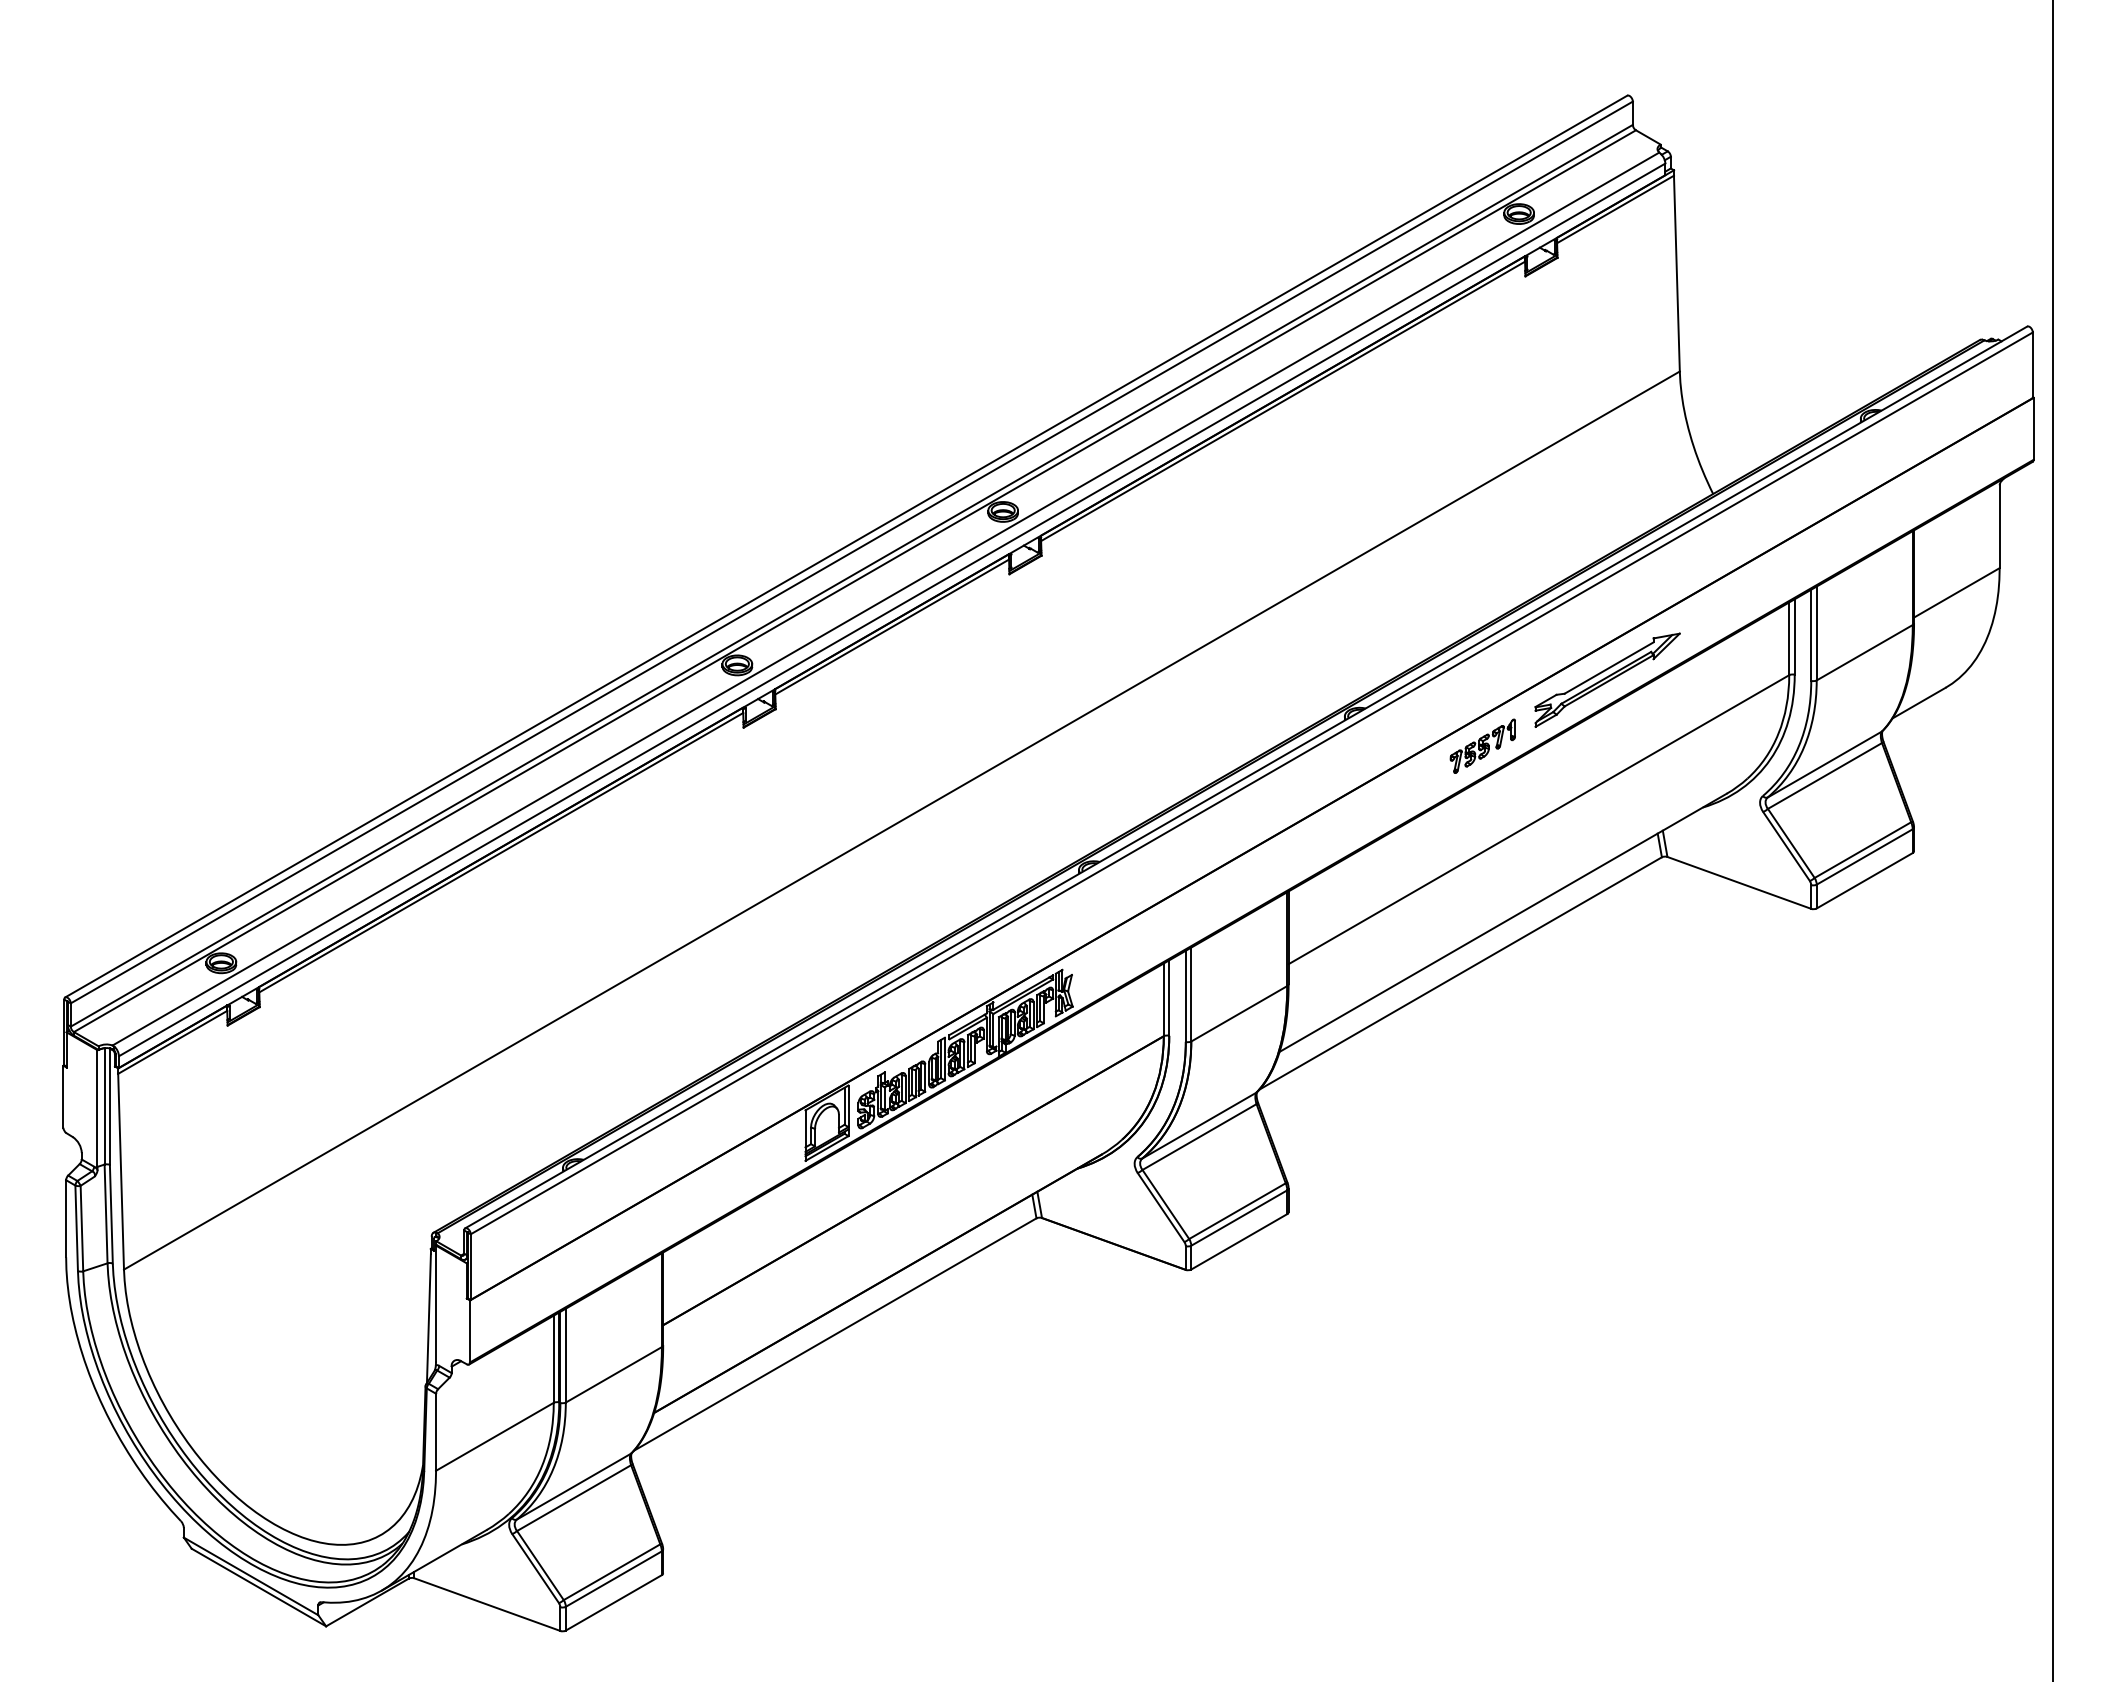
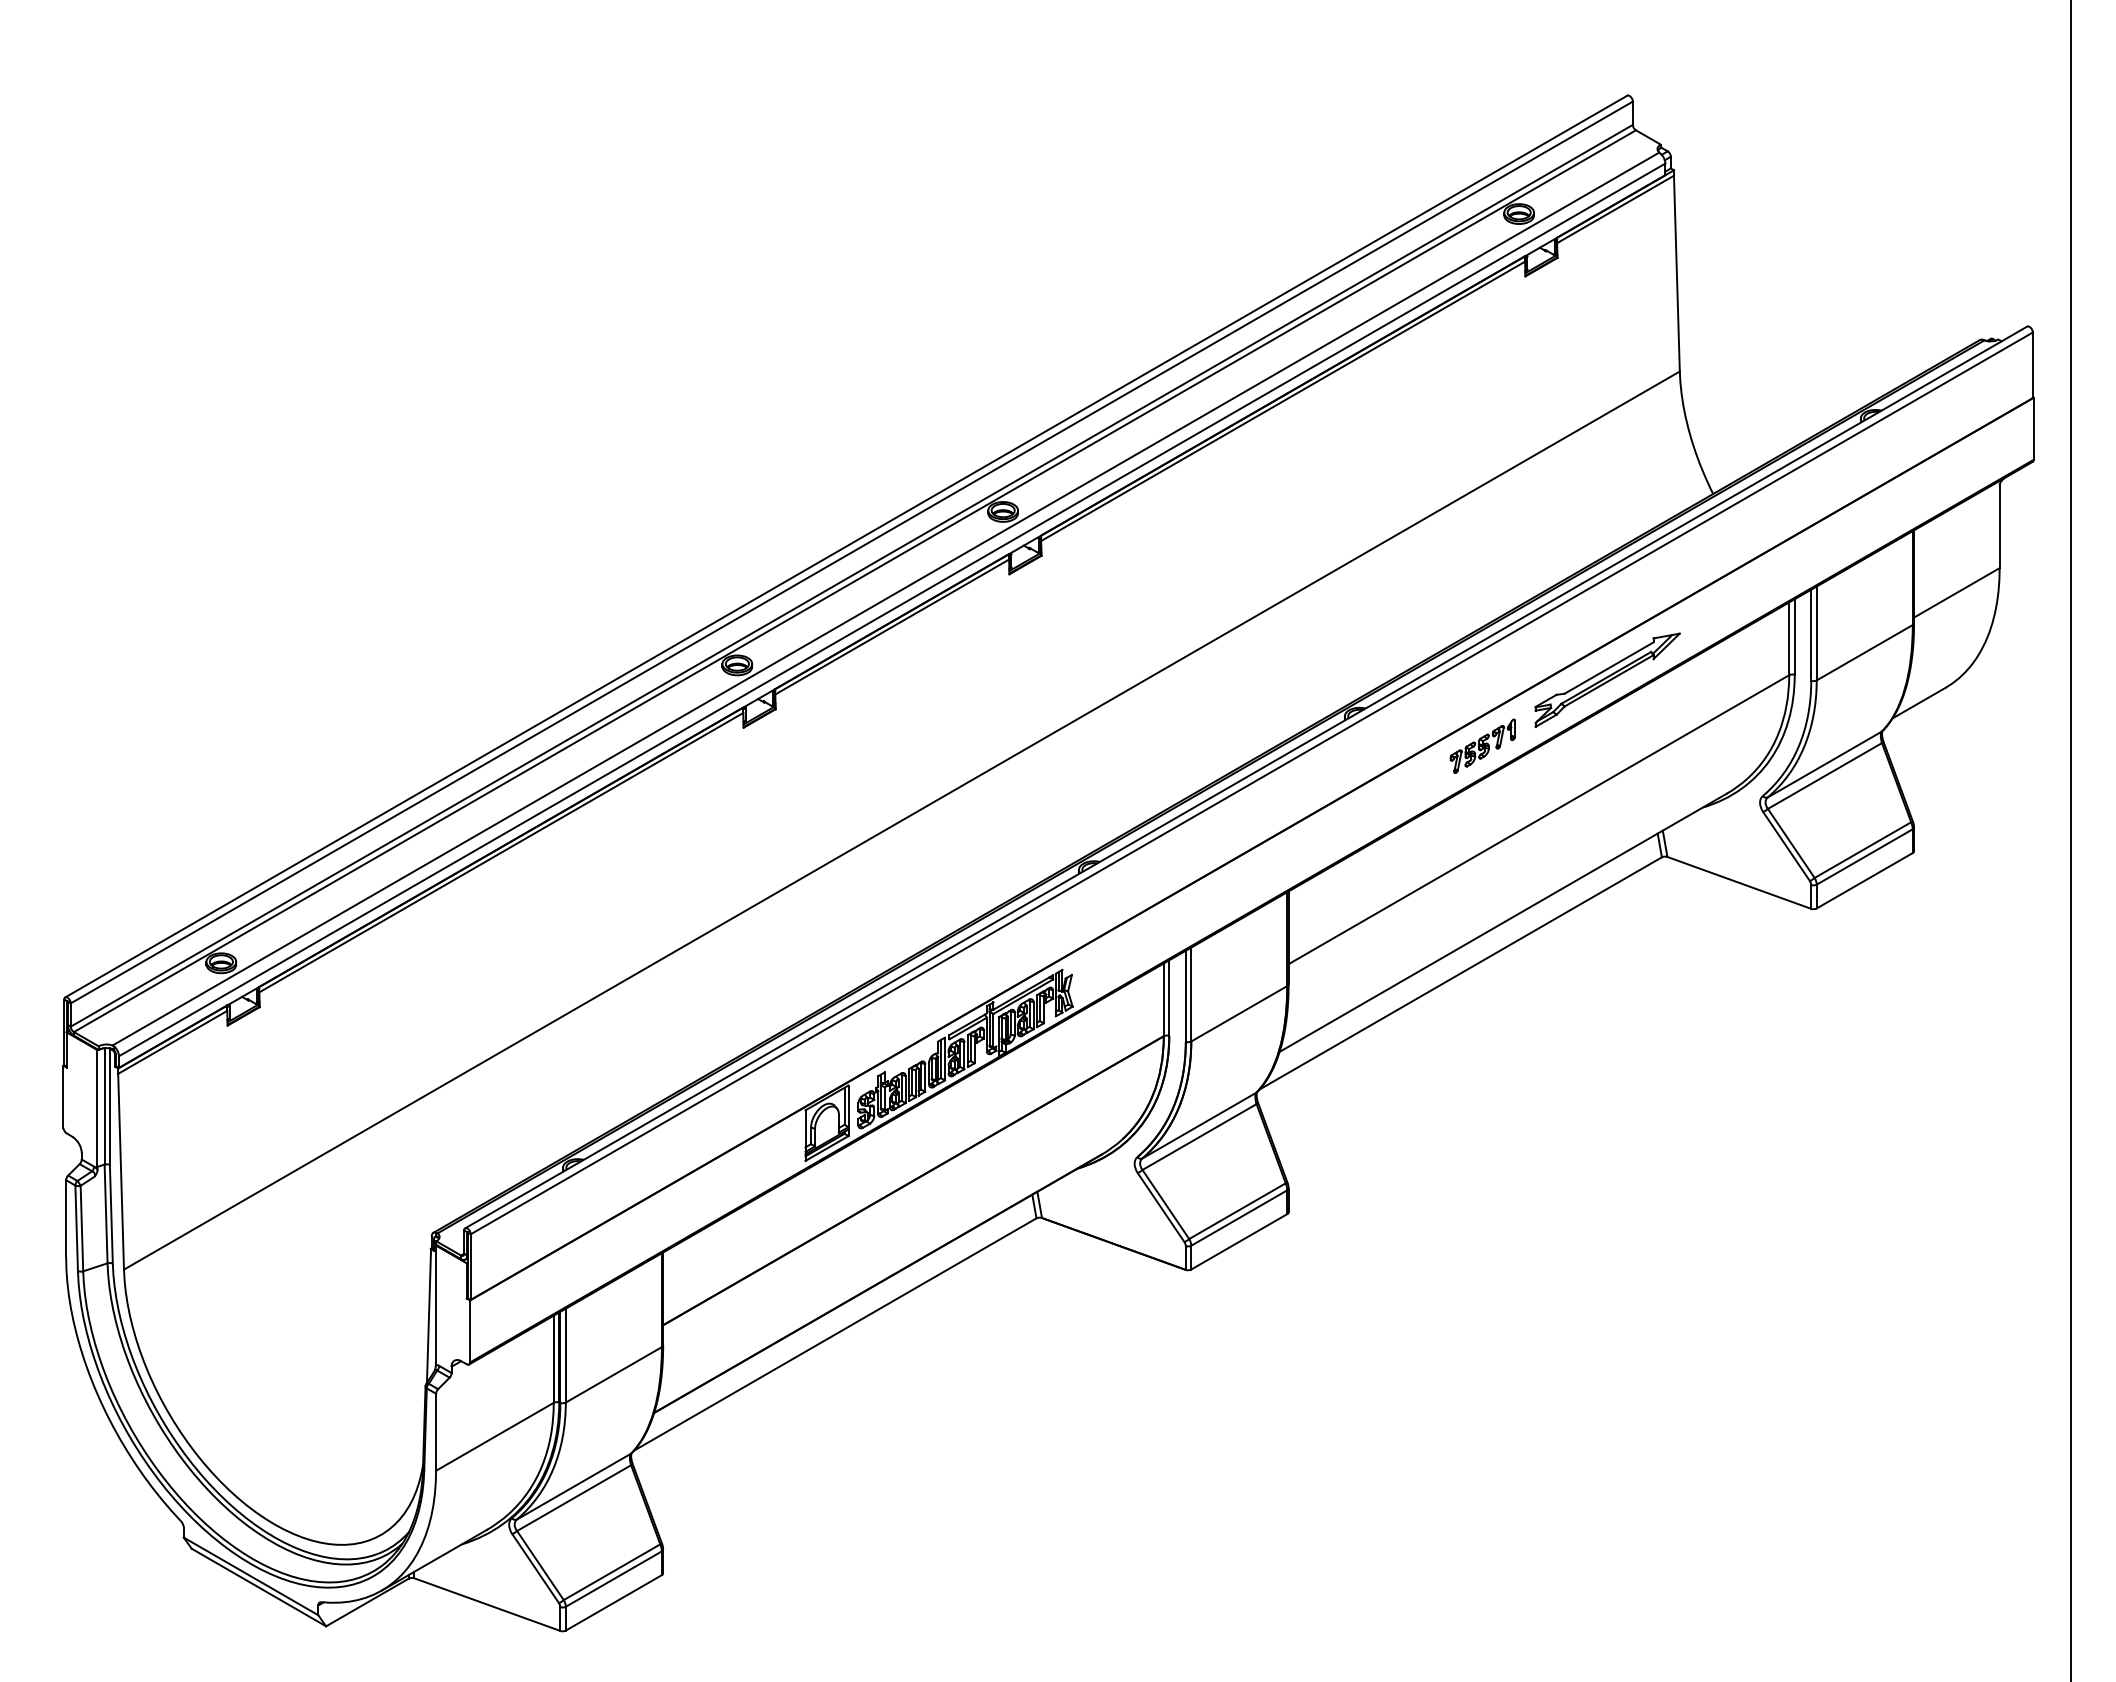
line at (2052, 840) position: (2052, 840) -> (2070, 840)
